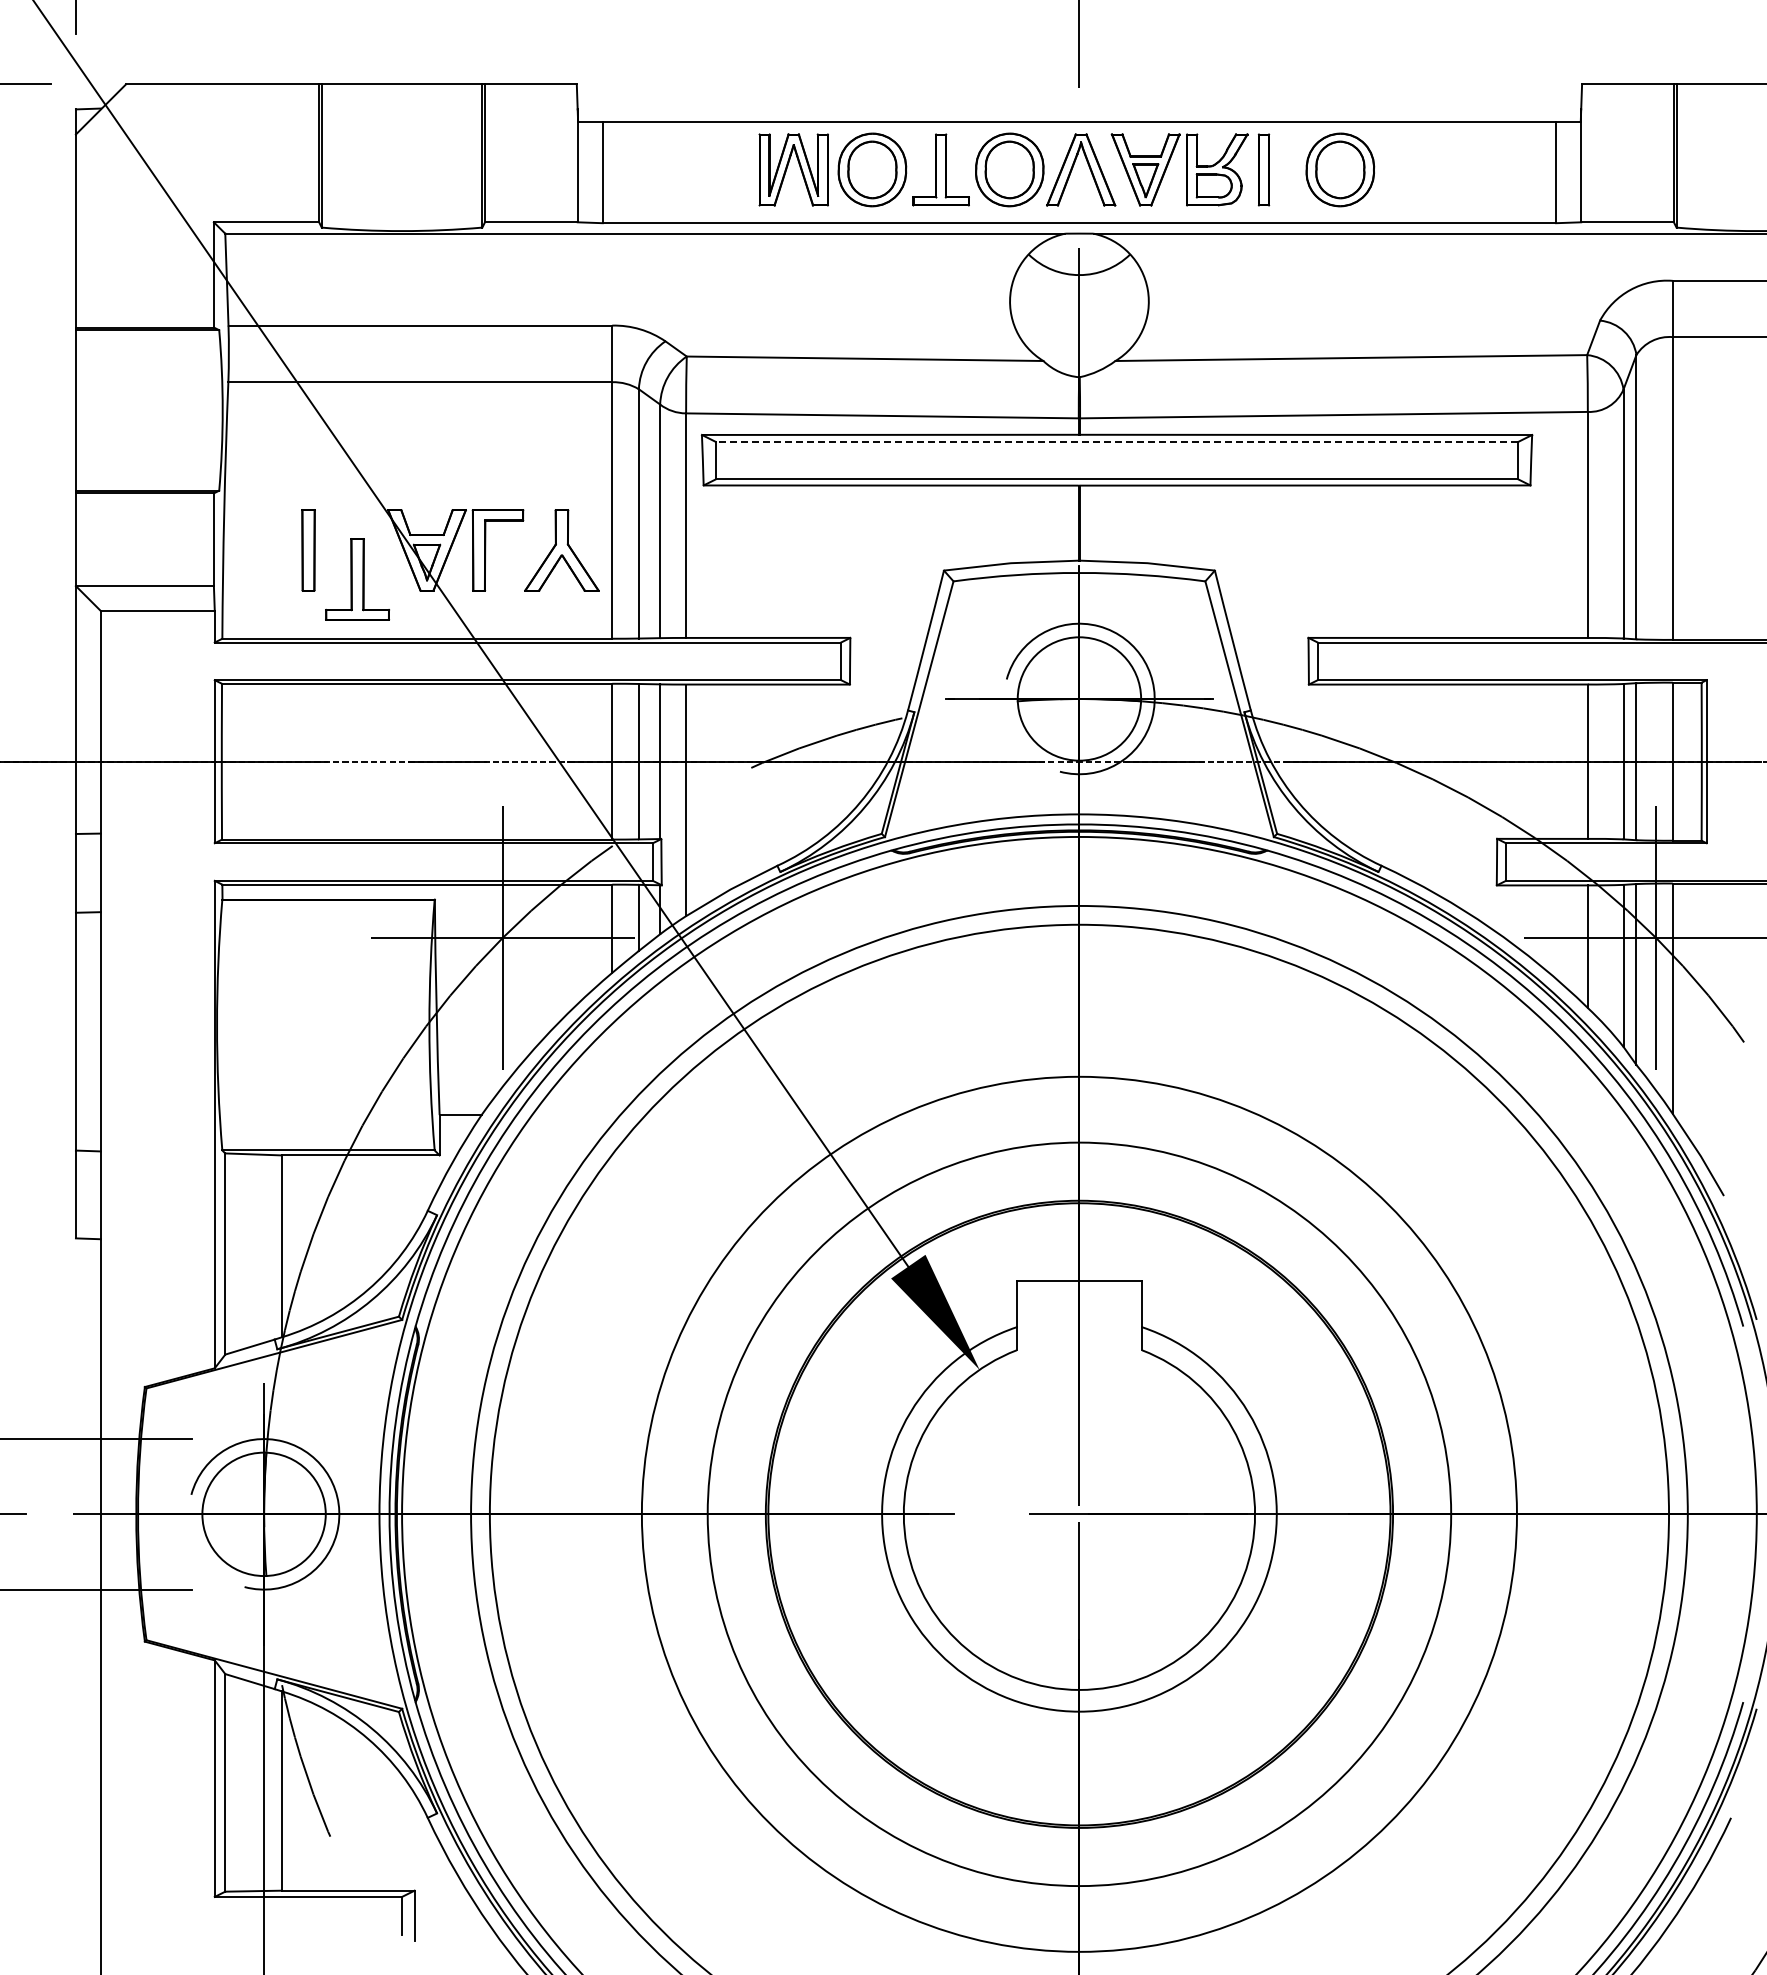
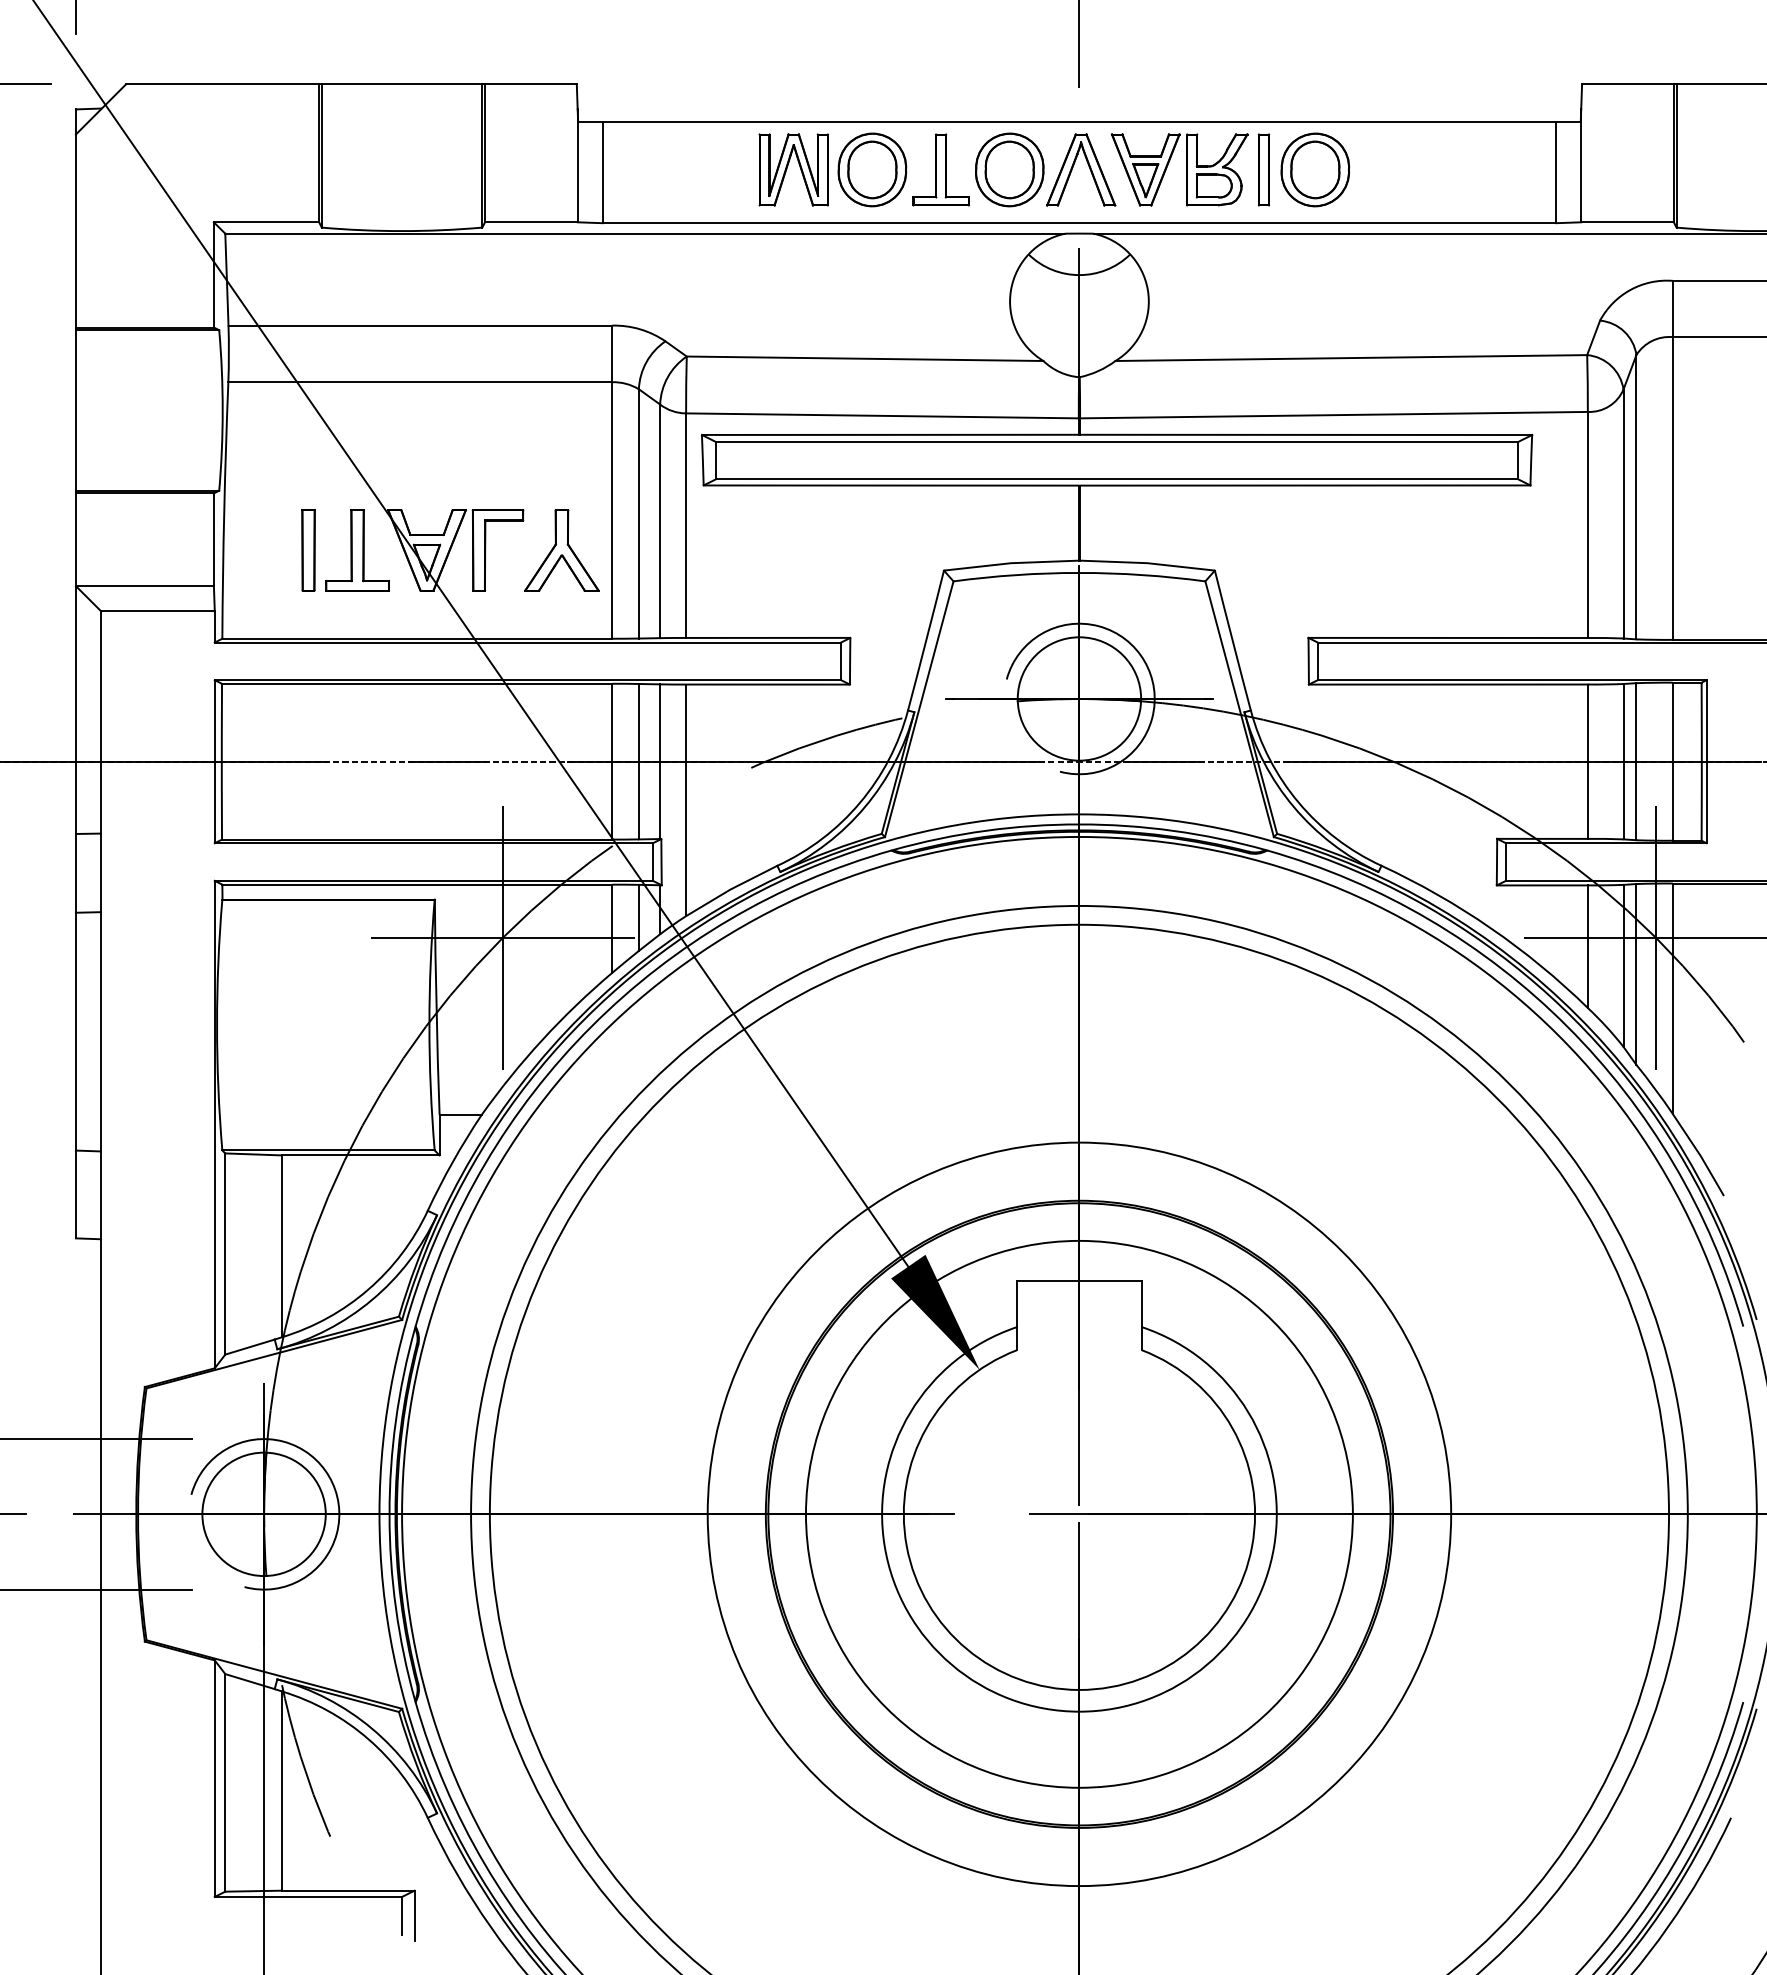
part at (1340, 169) position: (1340, 169) -> (1315, 169)
line at (1116, 441): dashed -> solid
part at (357, 579) position: (357, 579) -> (357, 550)
circle at (1078, 1513) diameter: 875 px -> 547 px
